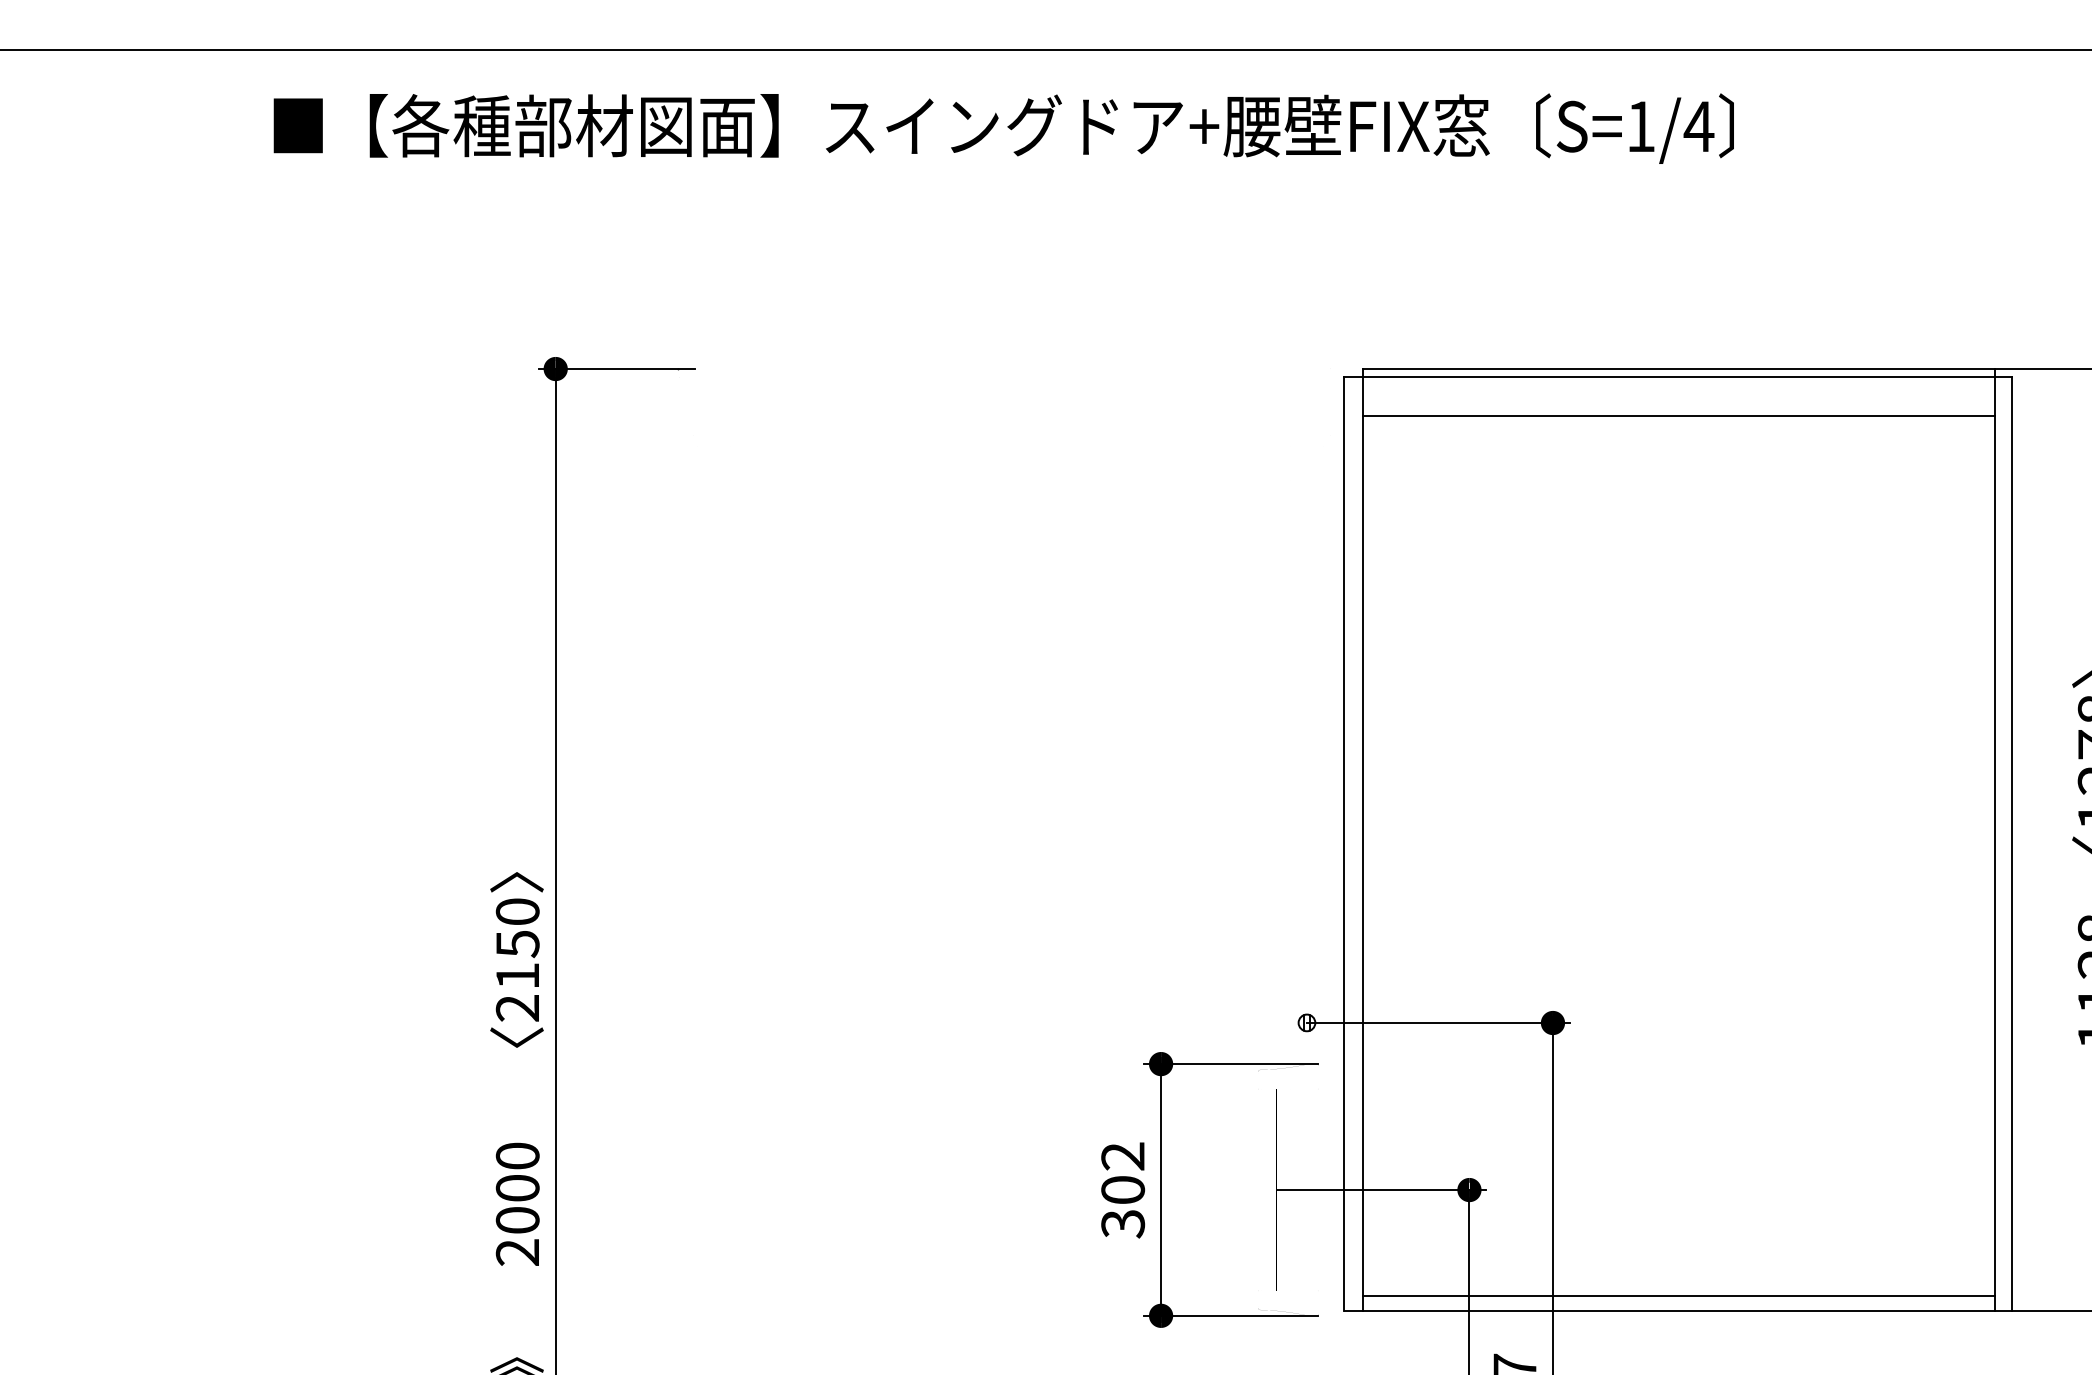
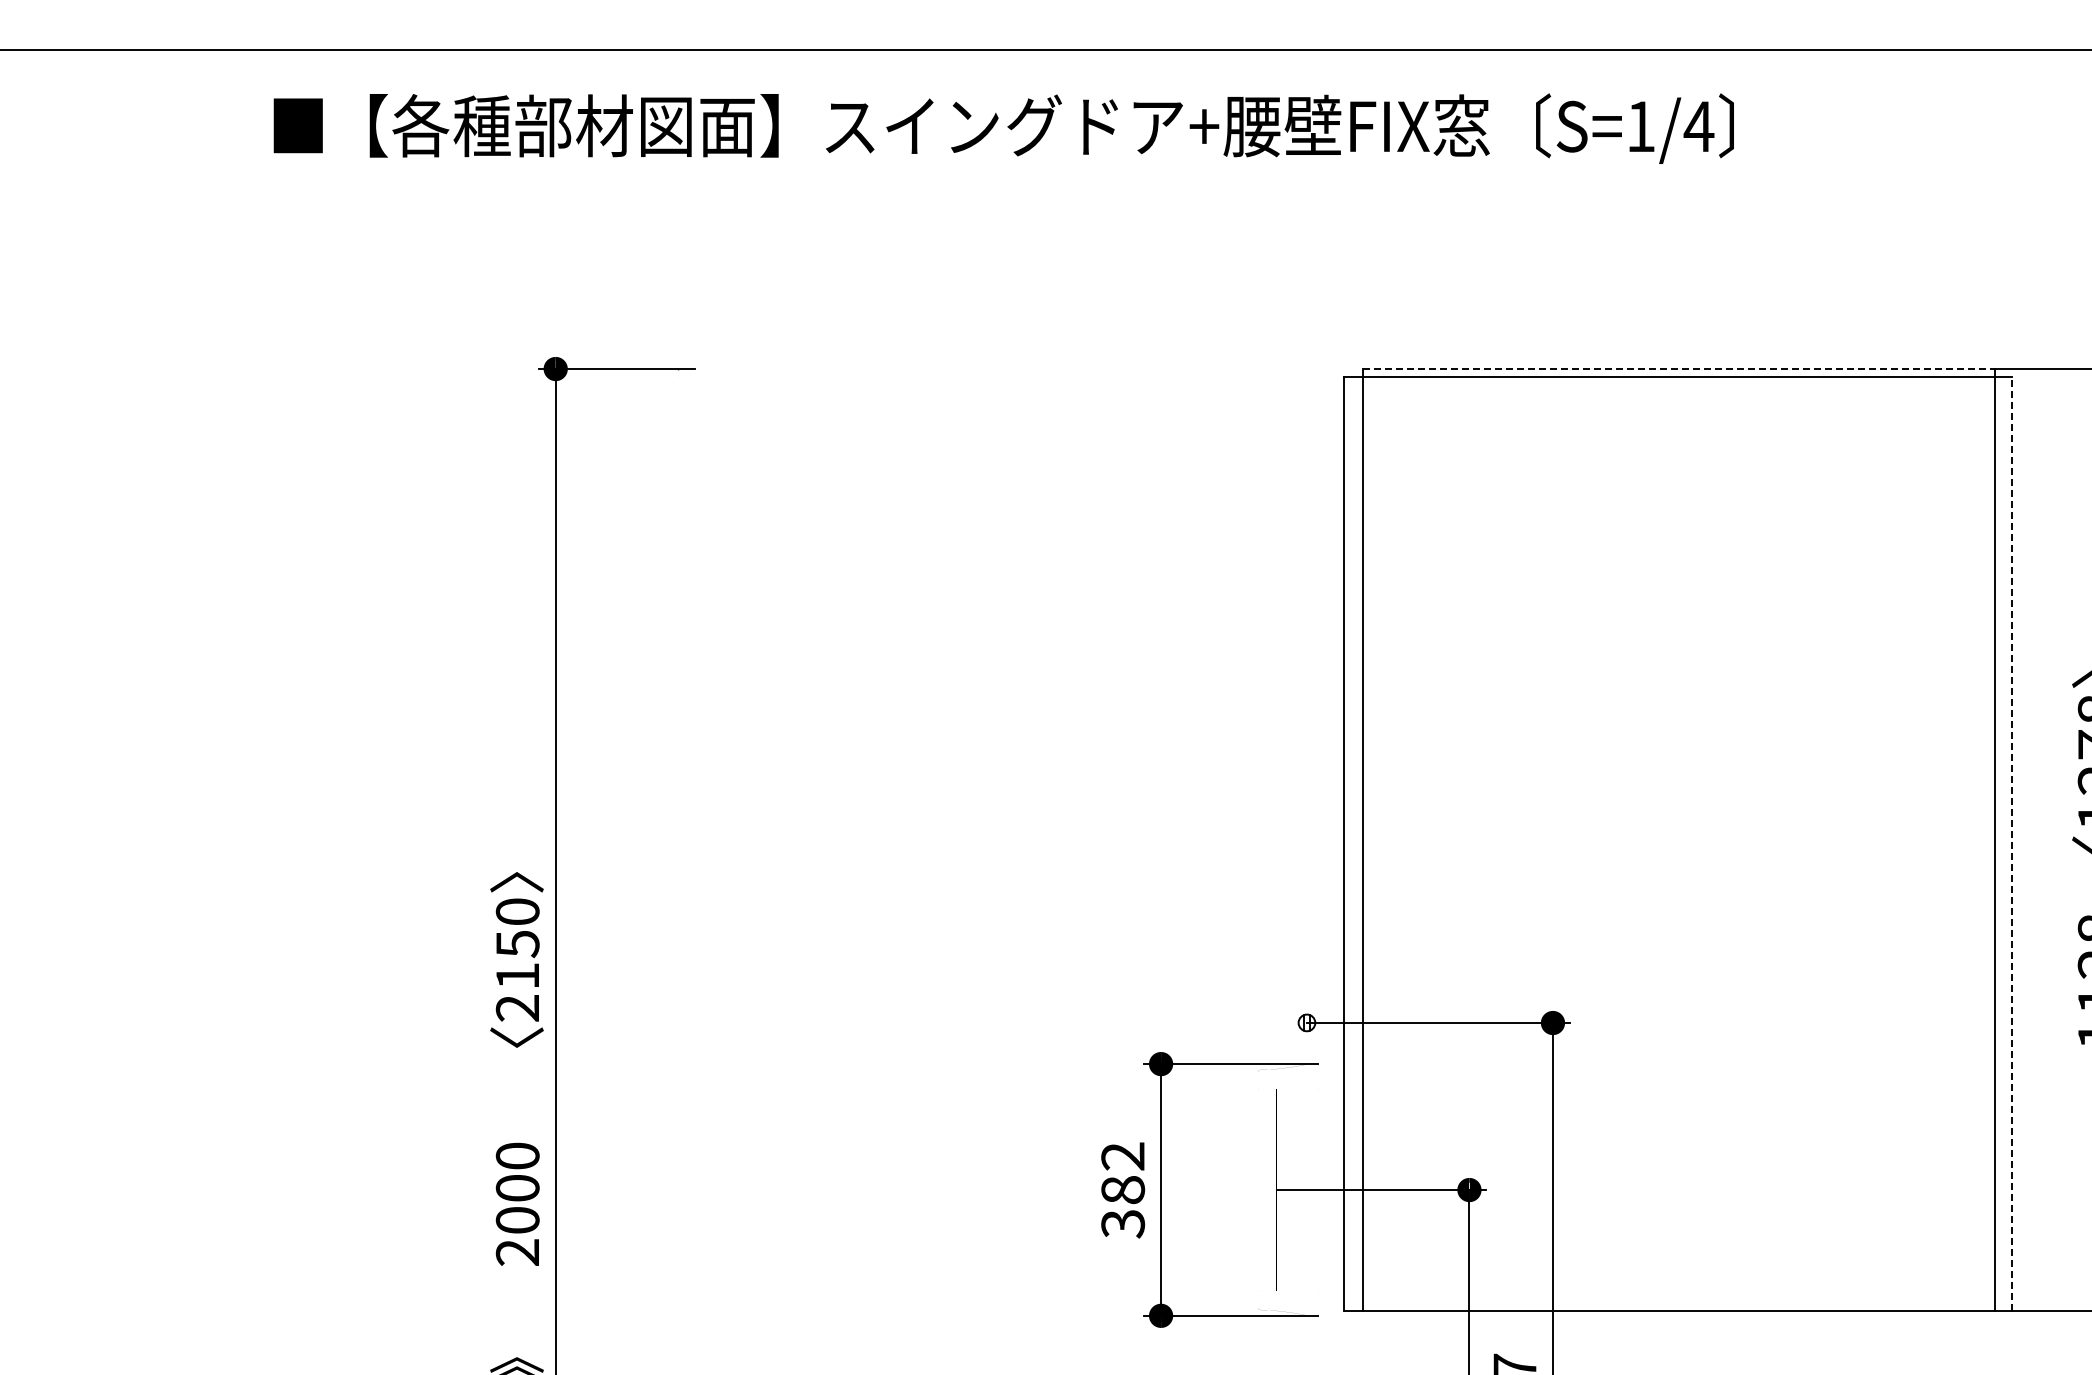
line at (1679, 368): solid -> dashed
line at (1678, 415): present -> none
line at (2012, 844): solid -> dashed
text at (1122, 1190): 302 -> 382
line at (1678, 1296): present -> none
